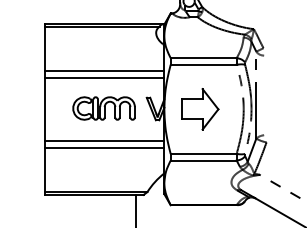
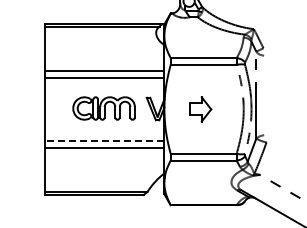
part at (200, 109) size: 39x43 px -> 24x27 px
line at (104, 140): solid -> dashed
line at (136, 209): present -> none
